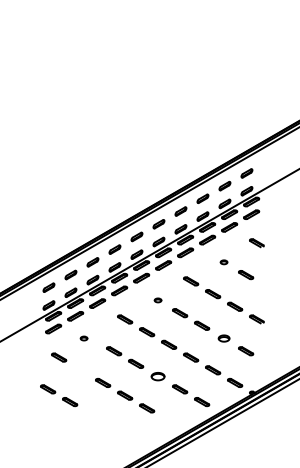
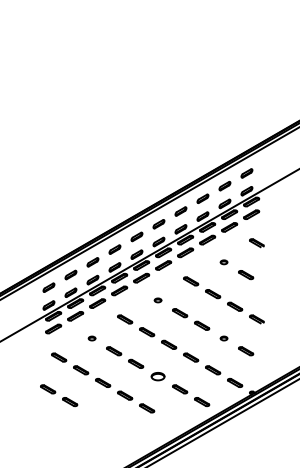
part at (83, 338) position: (83, 338) -> (91, 338)
part at (223, 338) size: 14x9 px -> 10x7 px
part at (81, 370): none -> present
